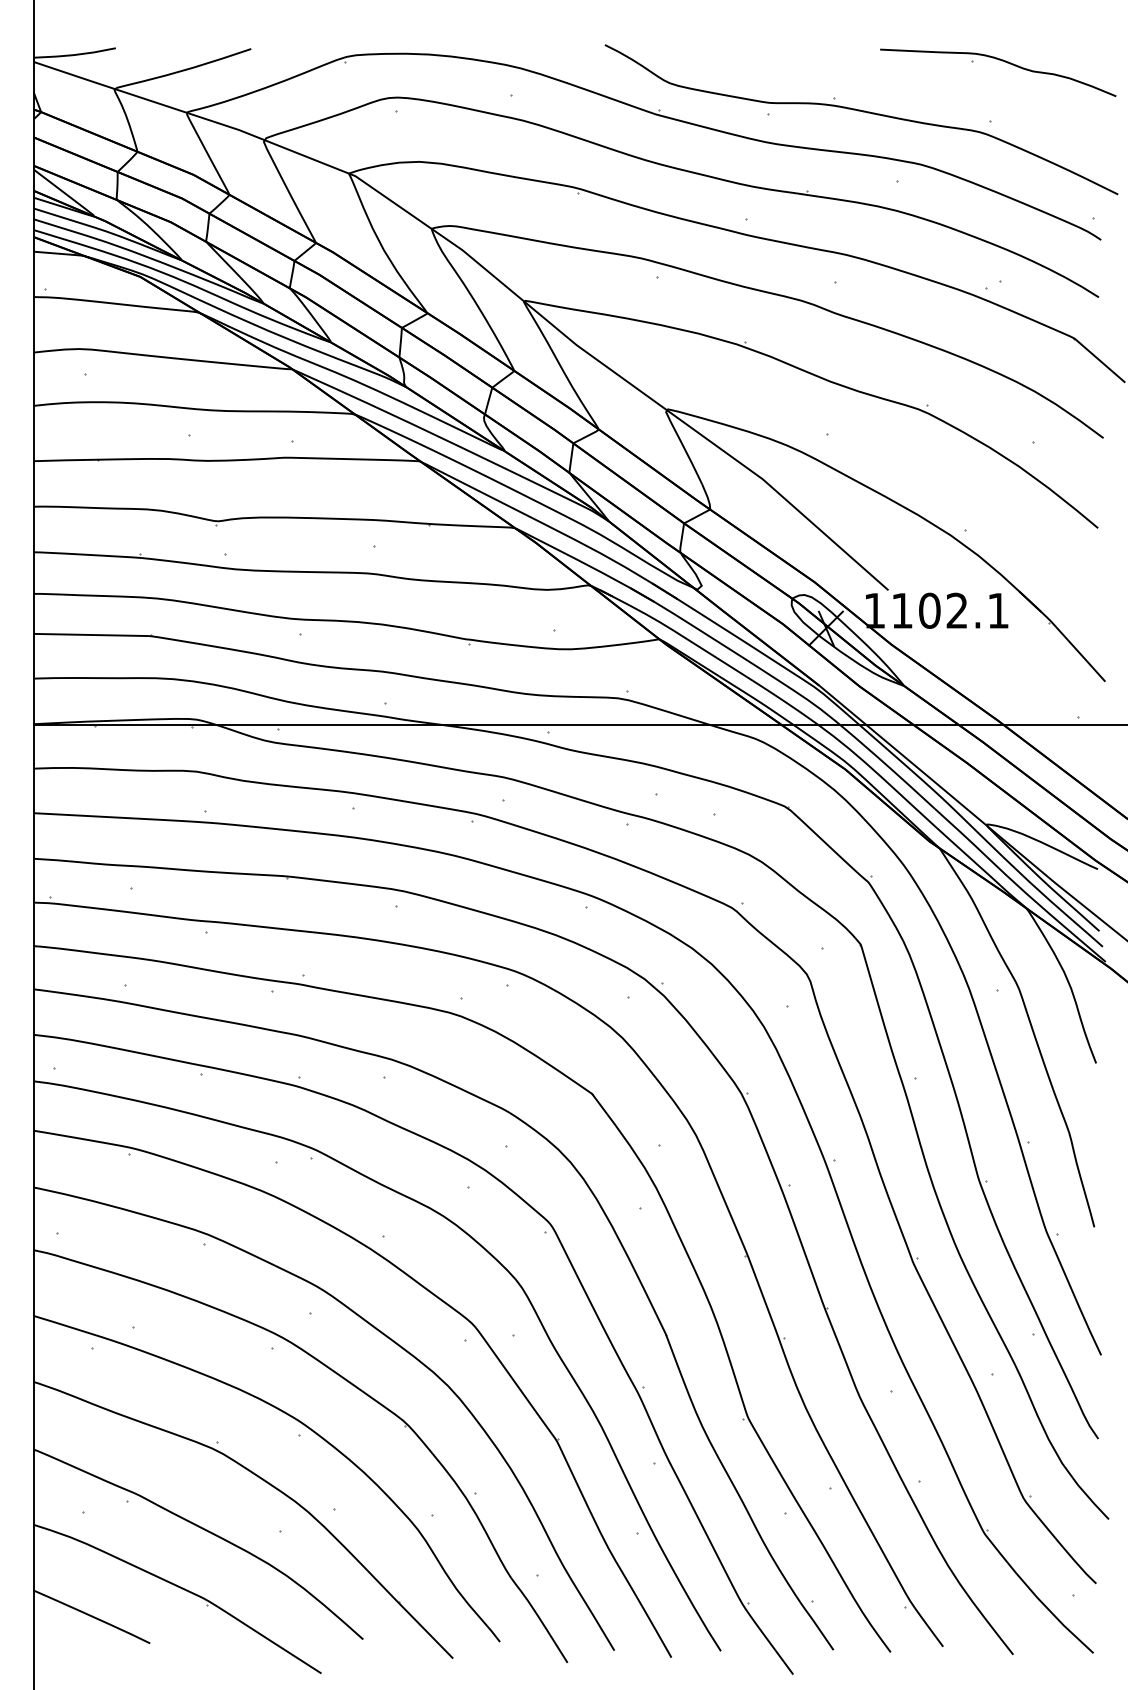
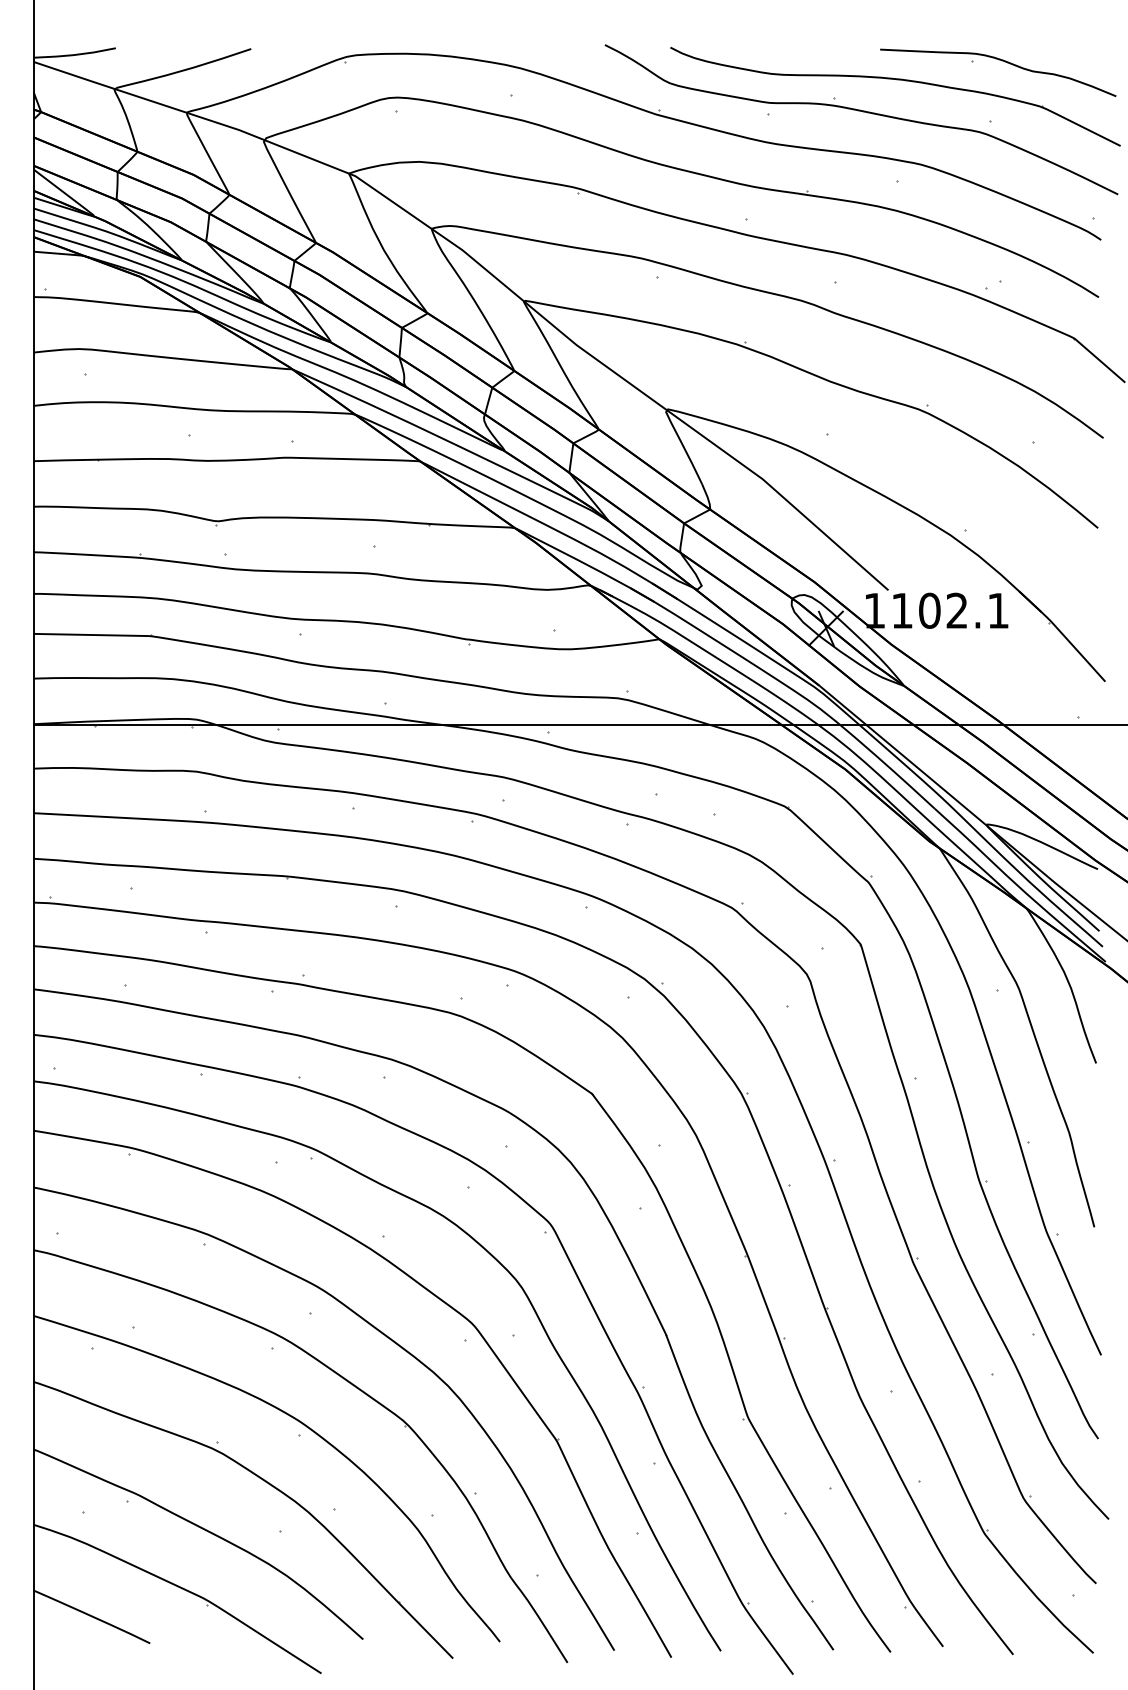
part at (896, 80): none -> present
